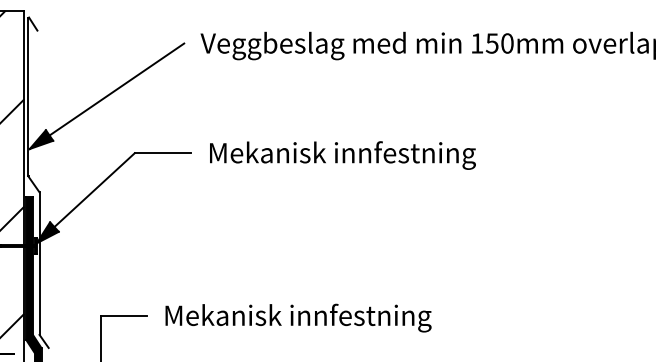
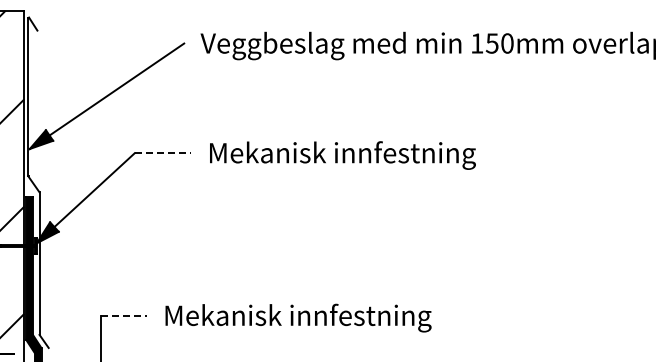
line at (163, 153): solid -> dashed
line at (123, 315): solid -> dashed
